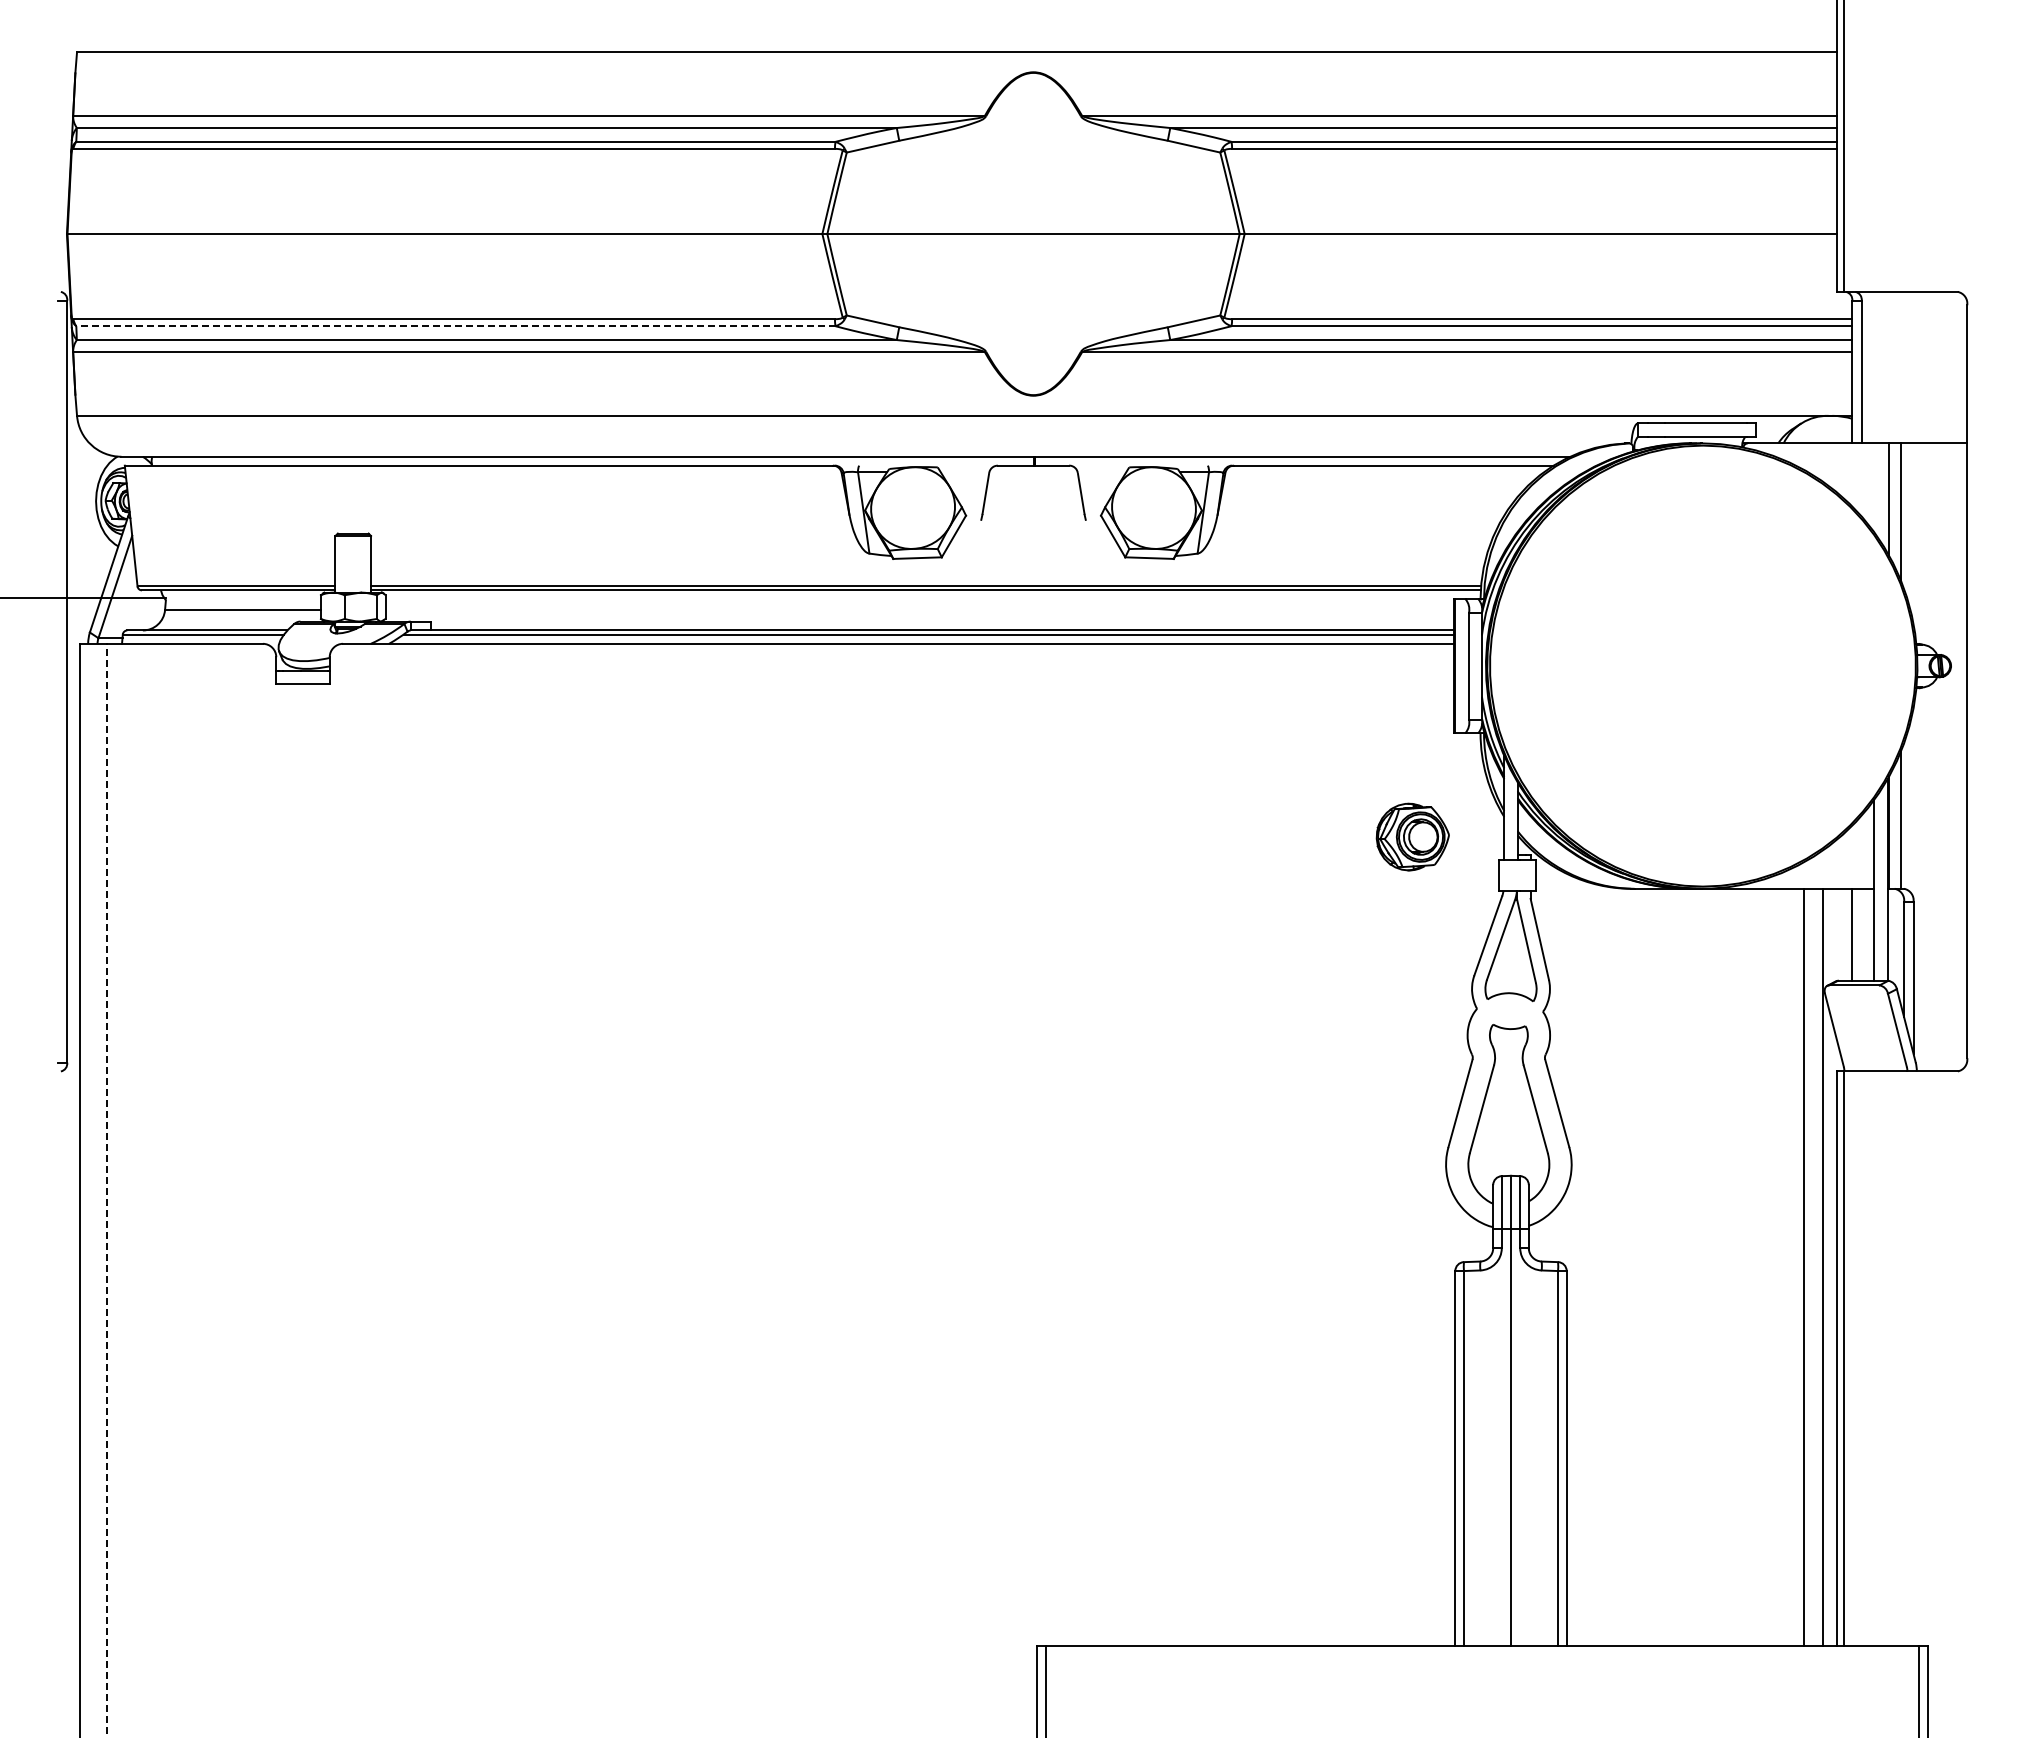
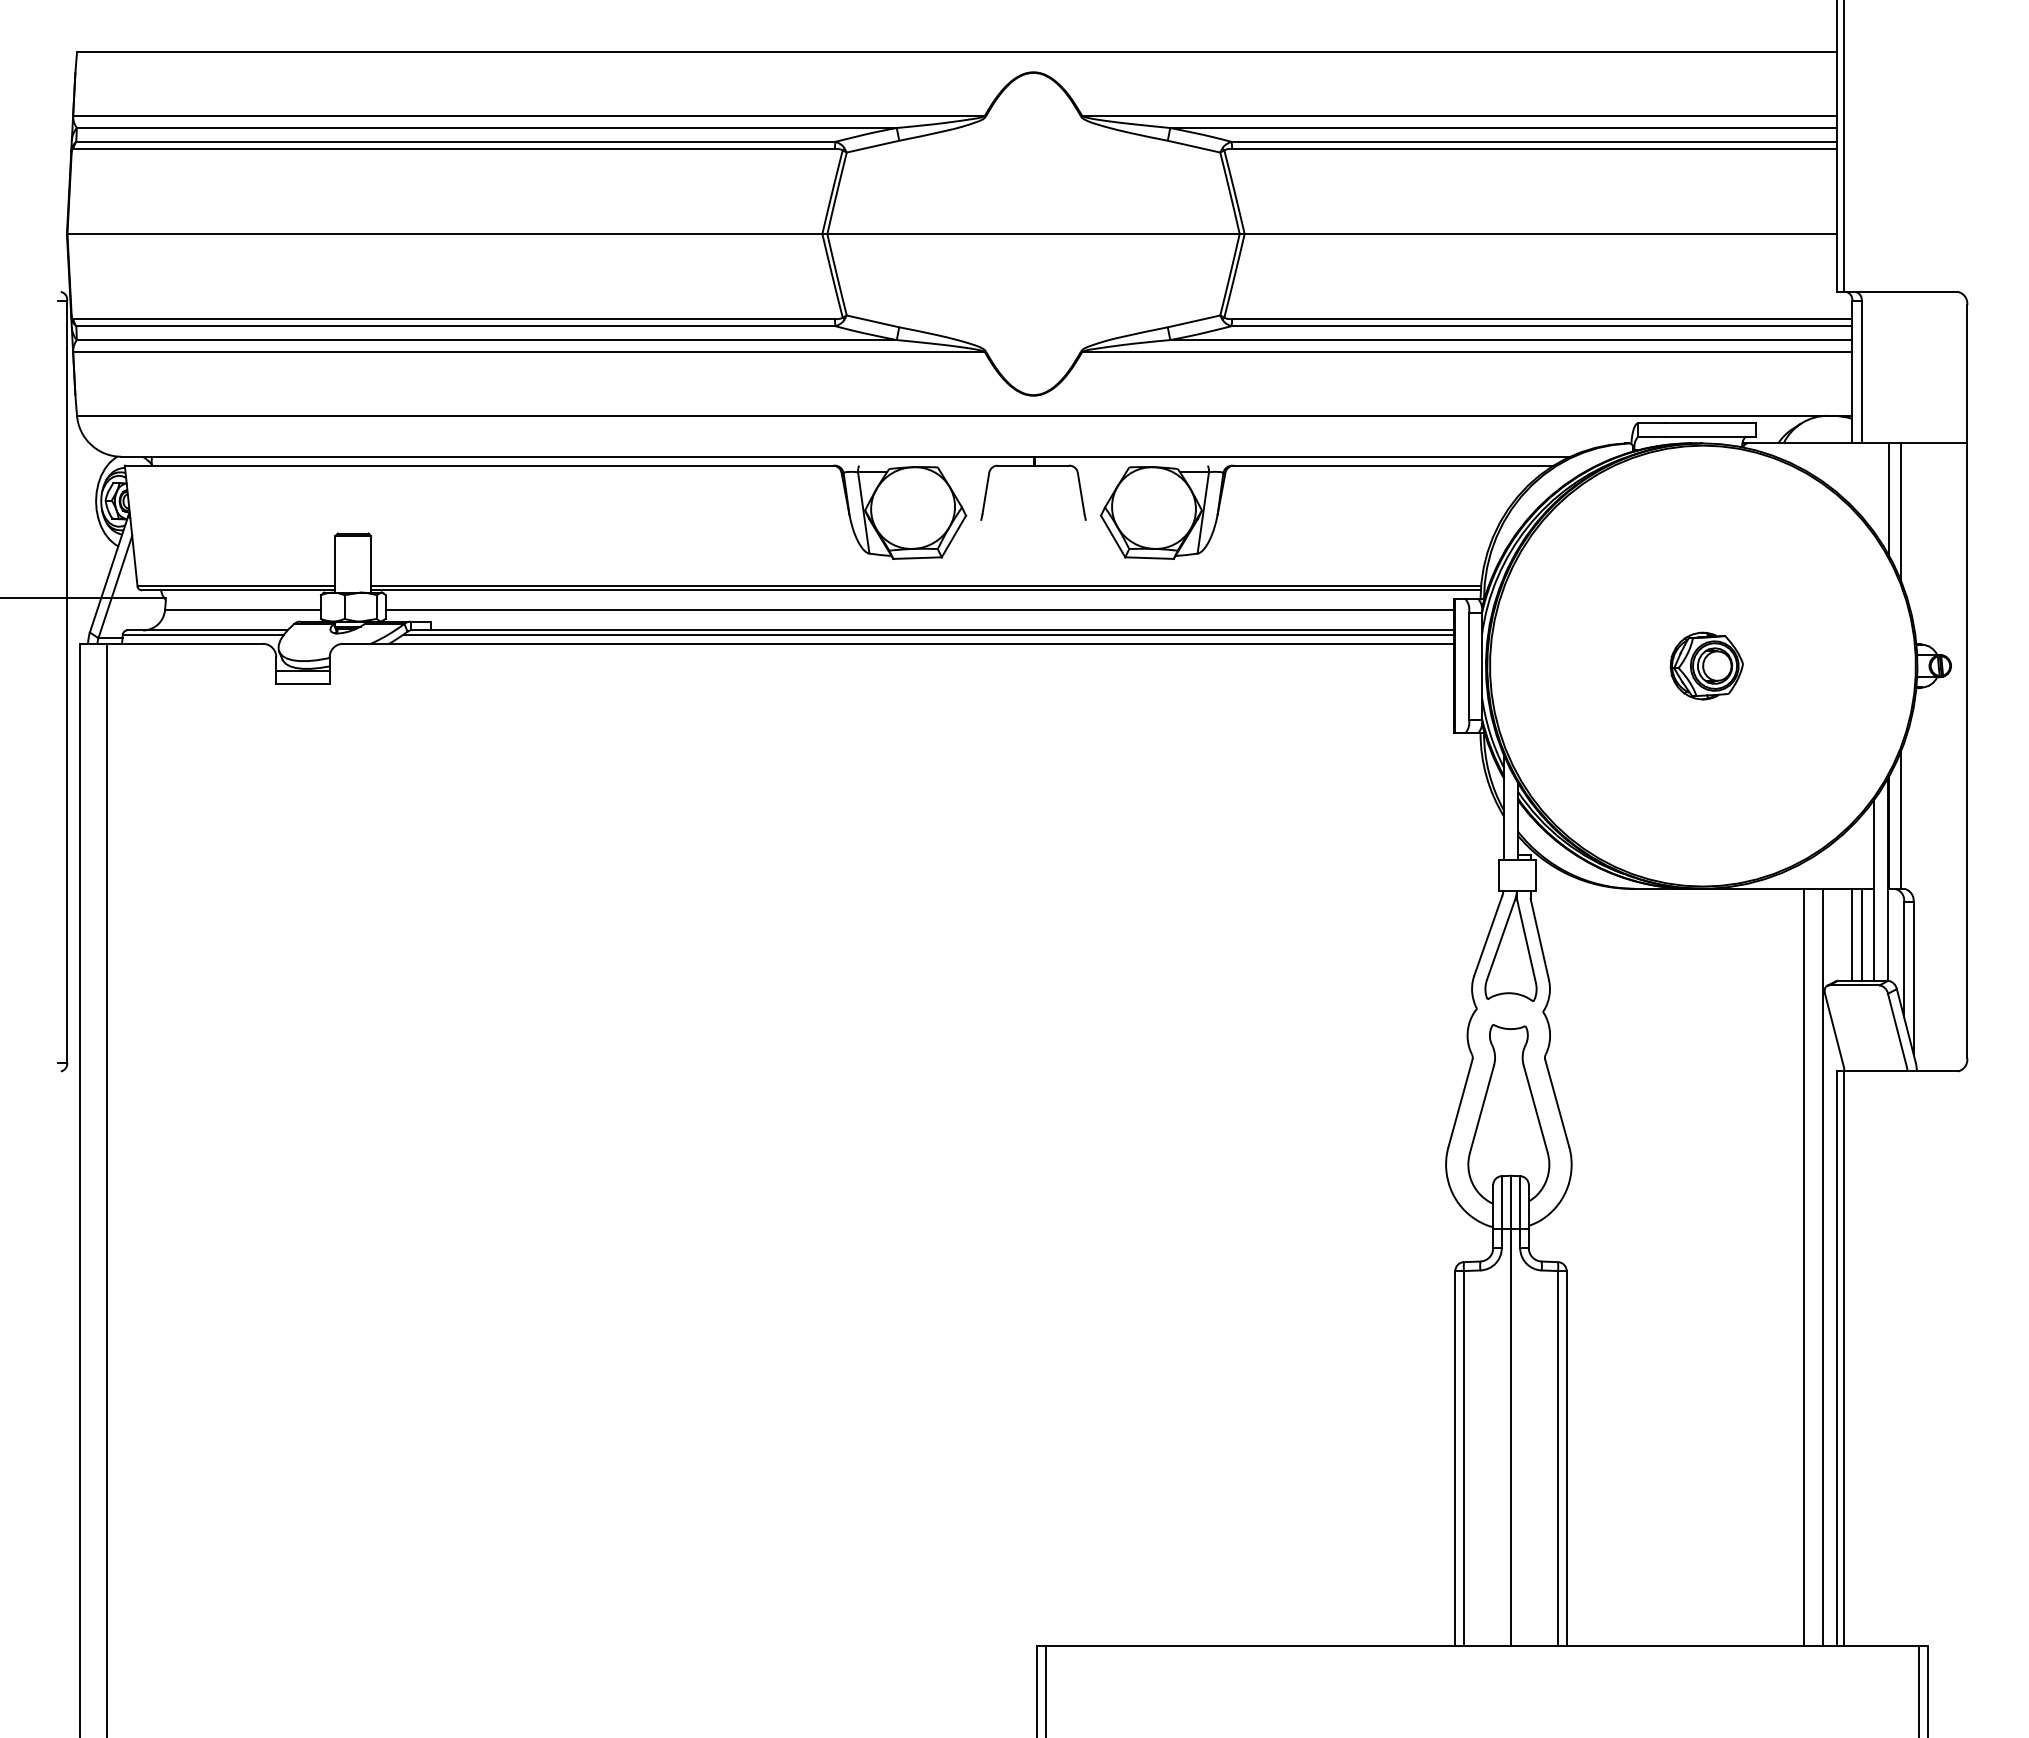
line at (455, 326): dashed -> solid
line at (919, 610): none -> present
part at (1412, 836) position: (1412, 836) -> (1706, 665)
line at (1861, 934): none -> present
line at (107, 1190): dashed -> solid
